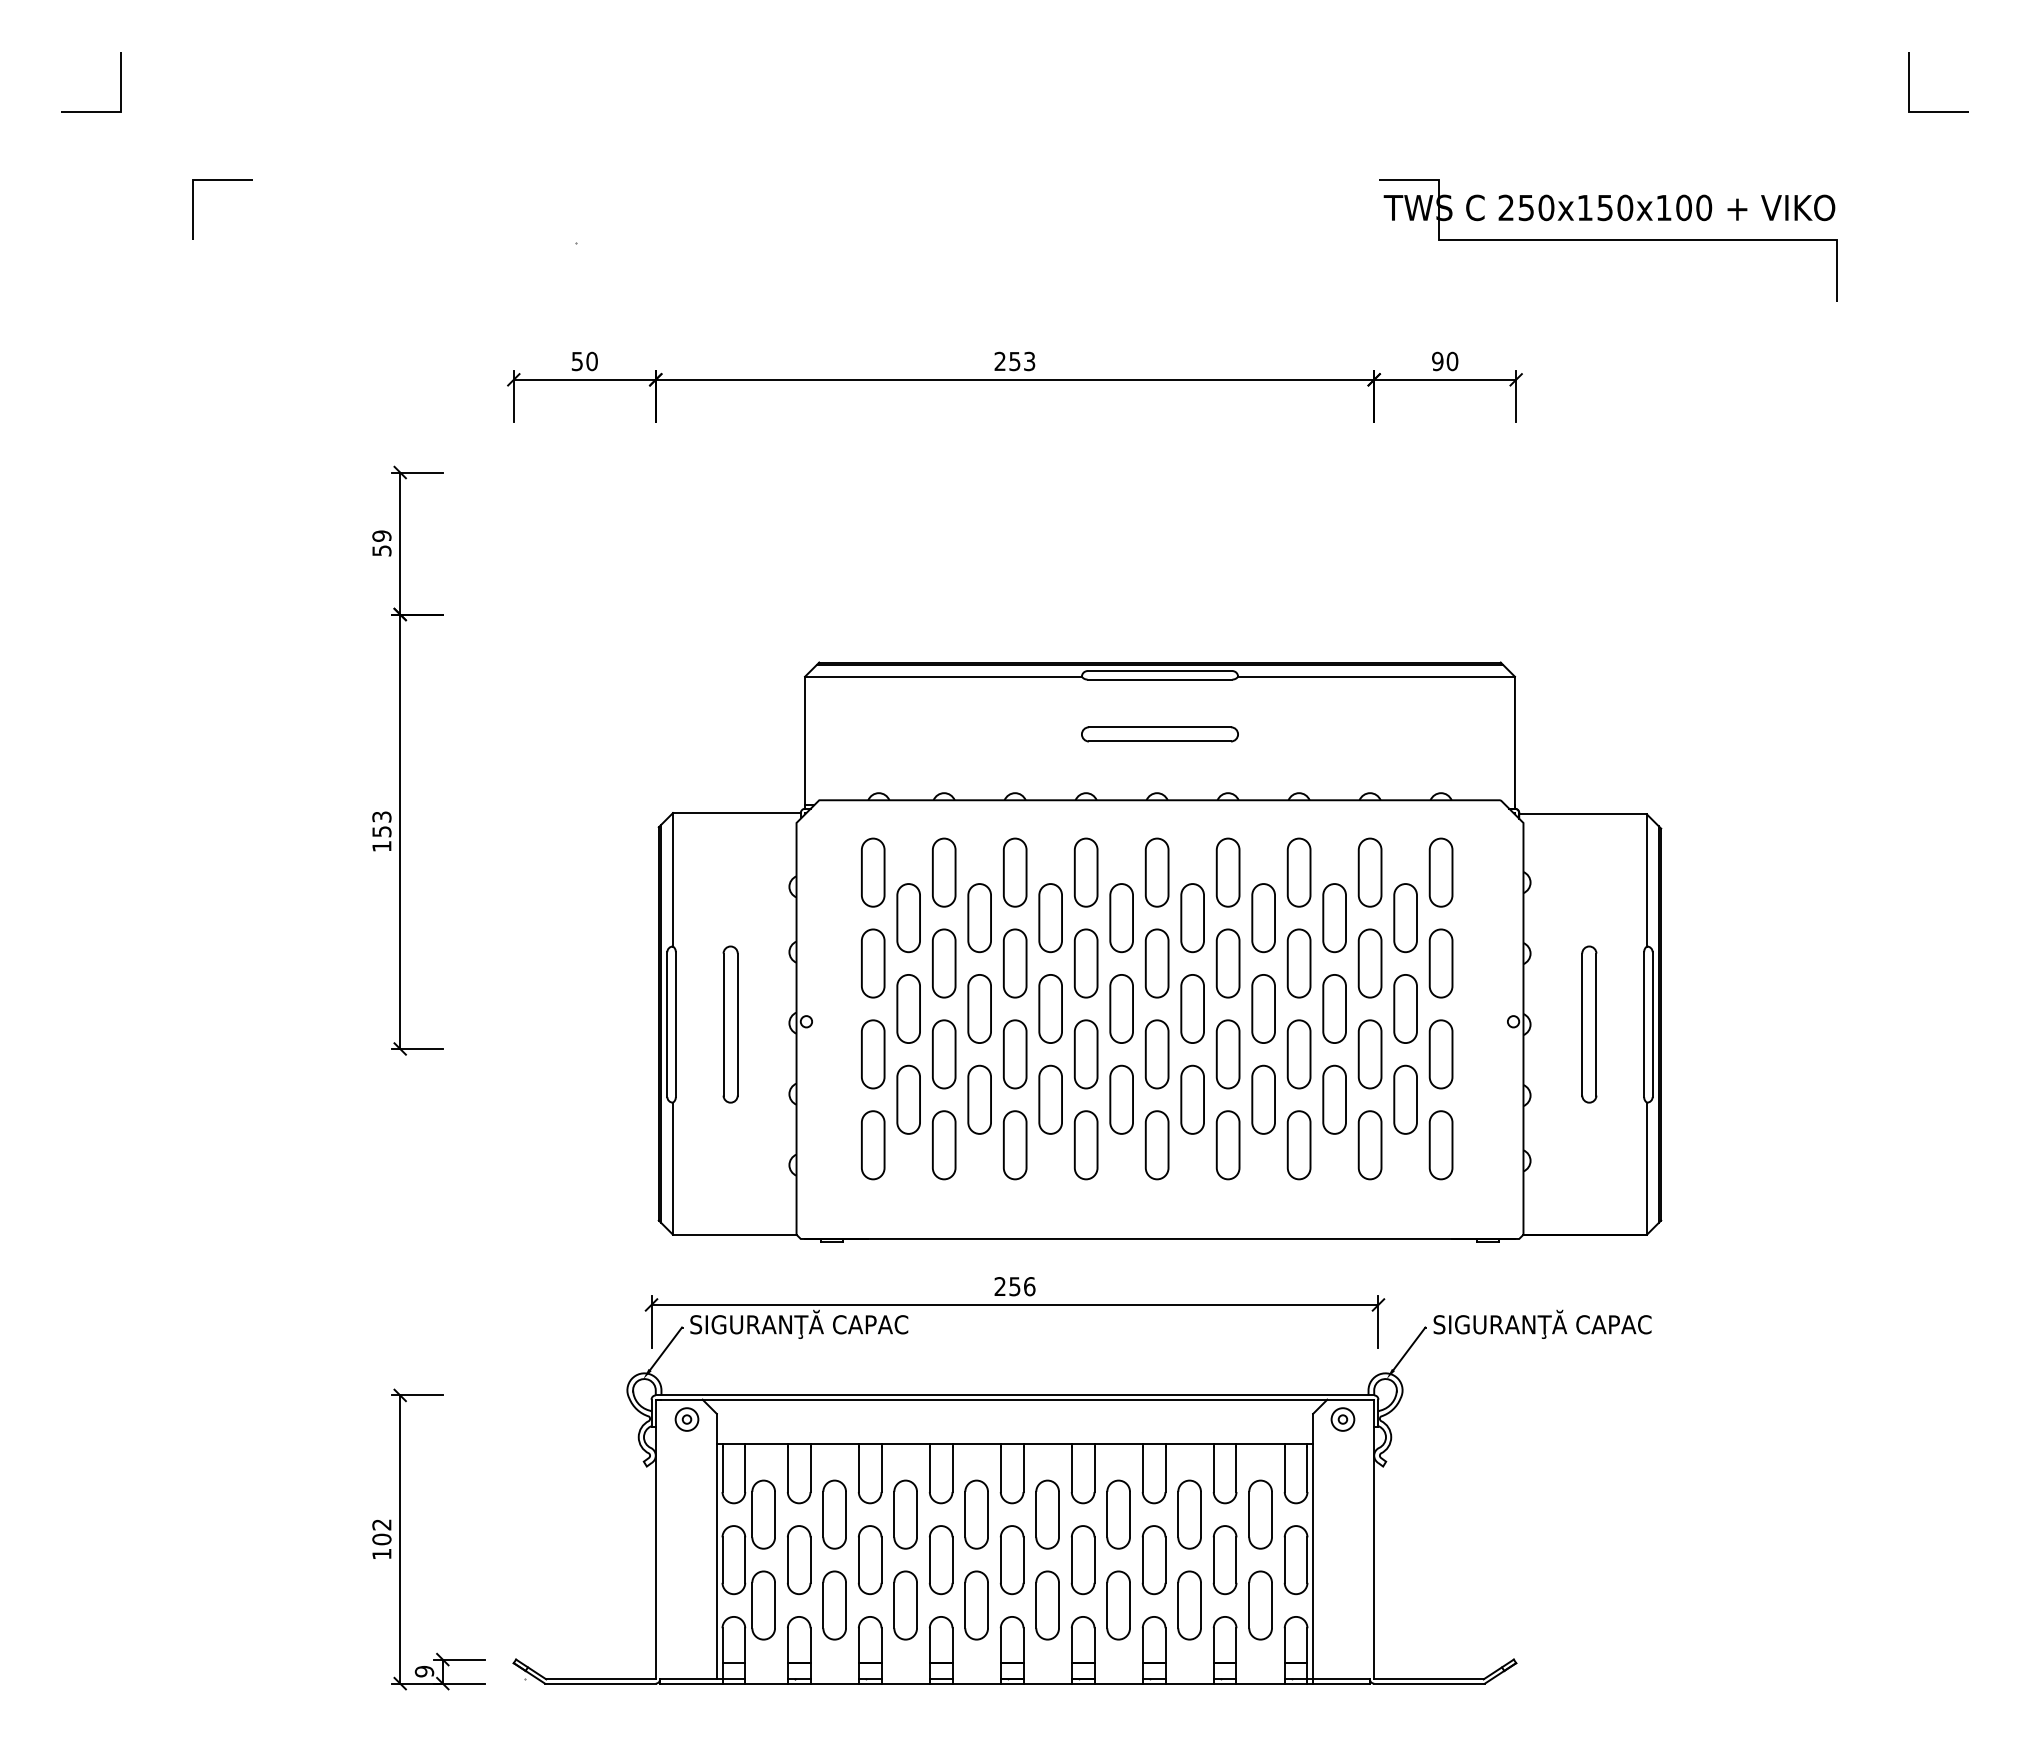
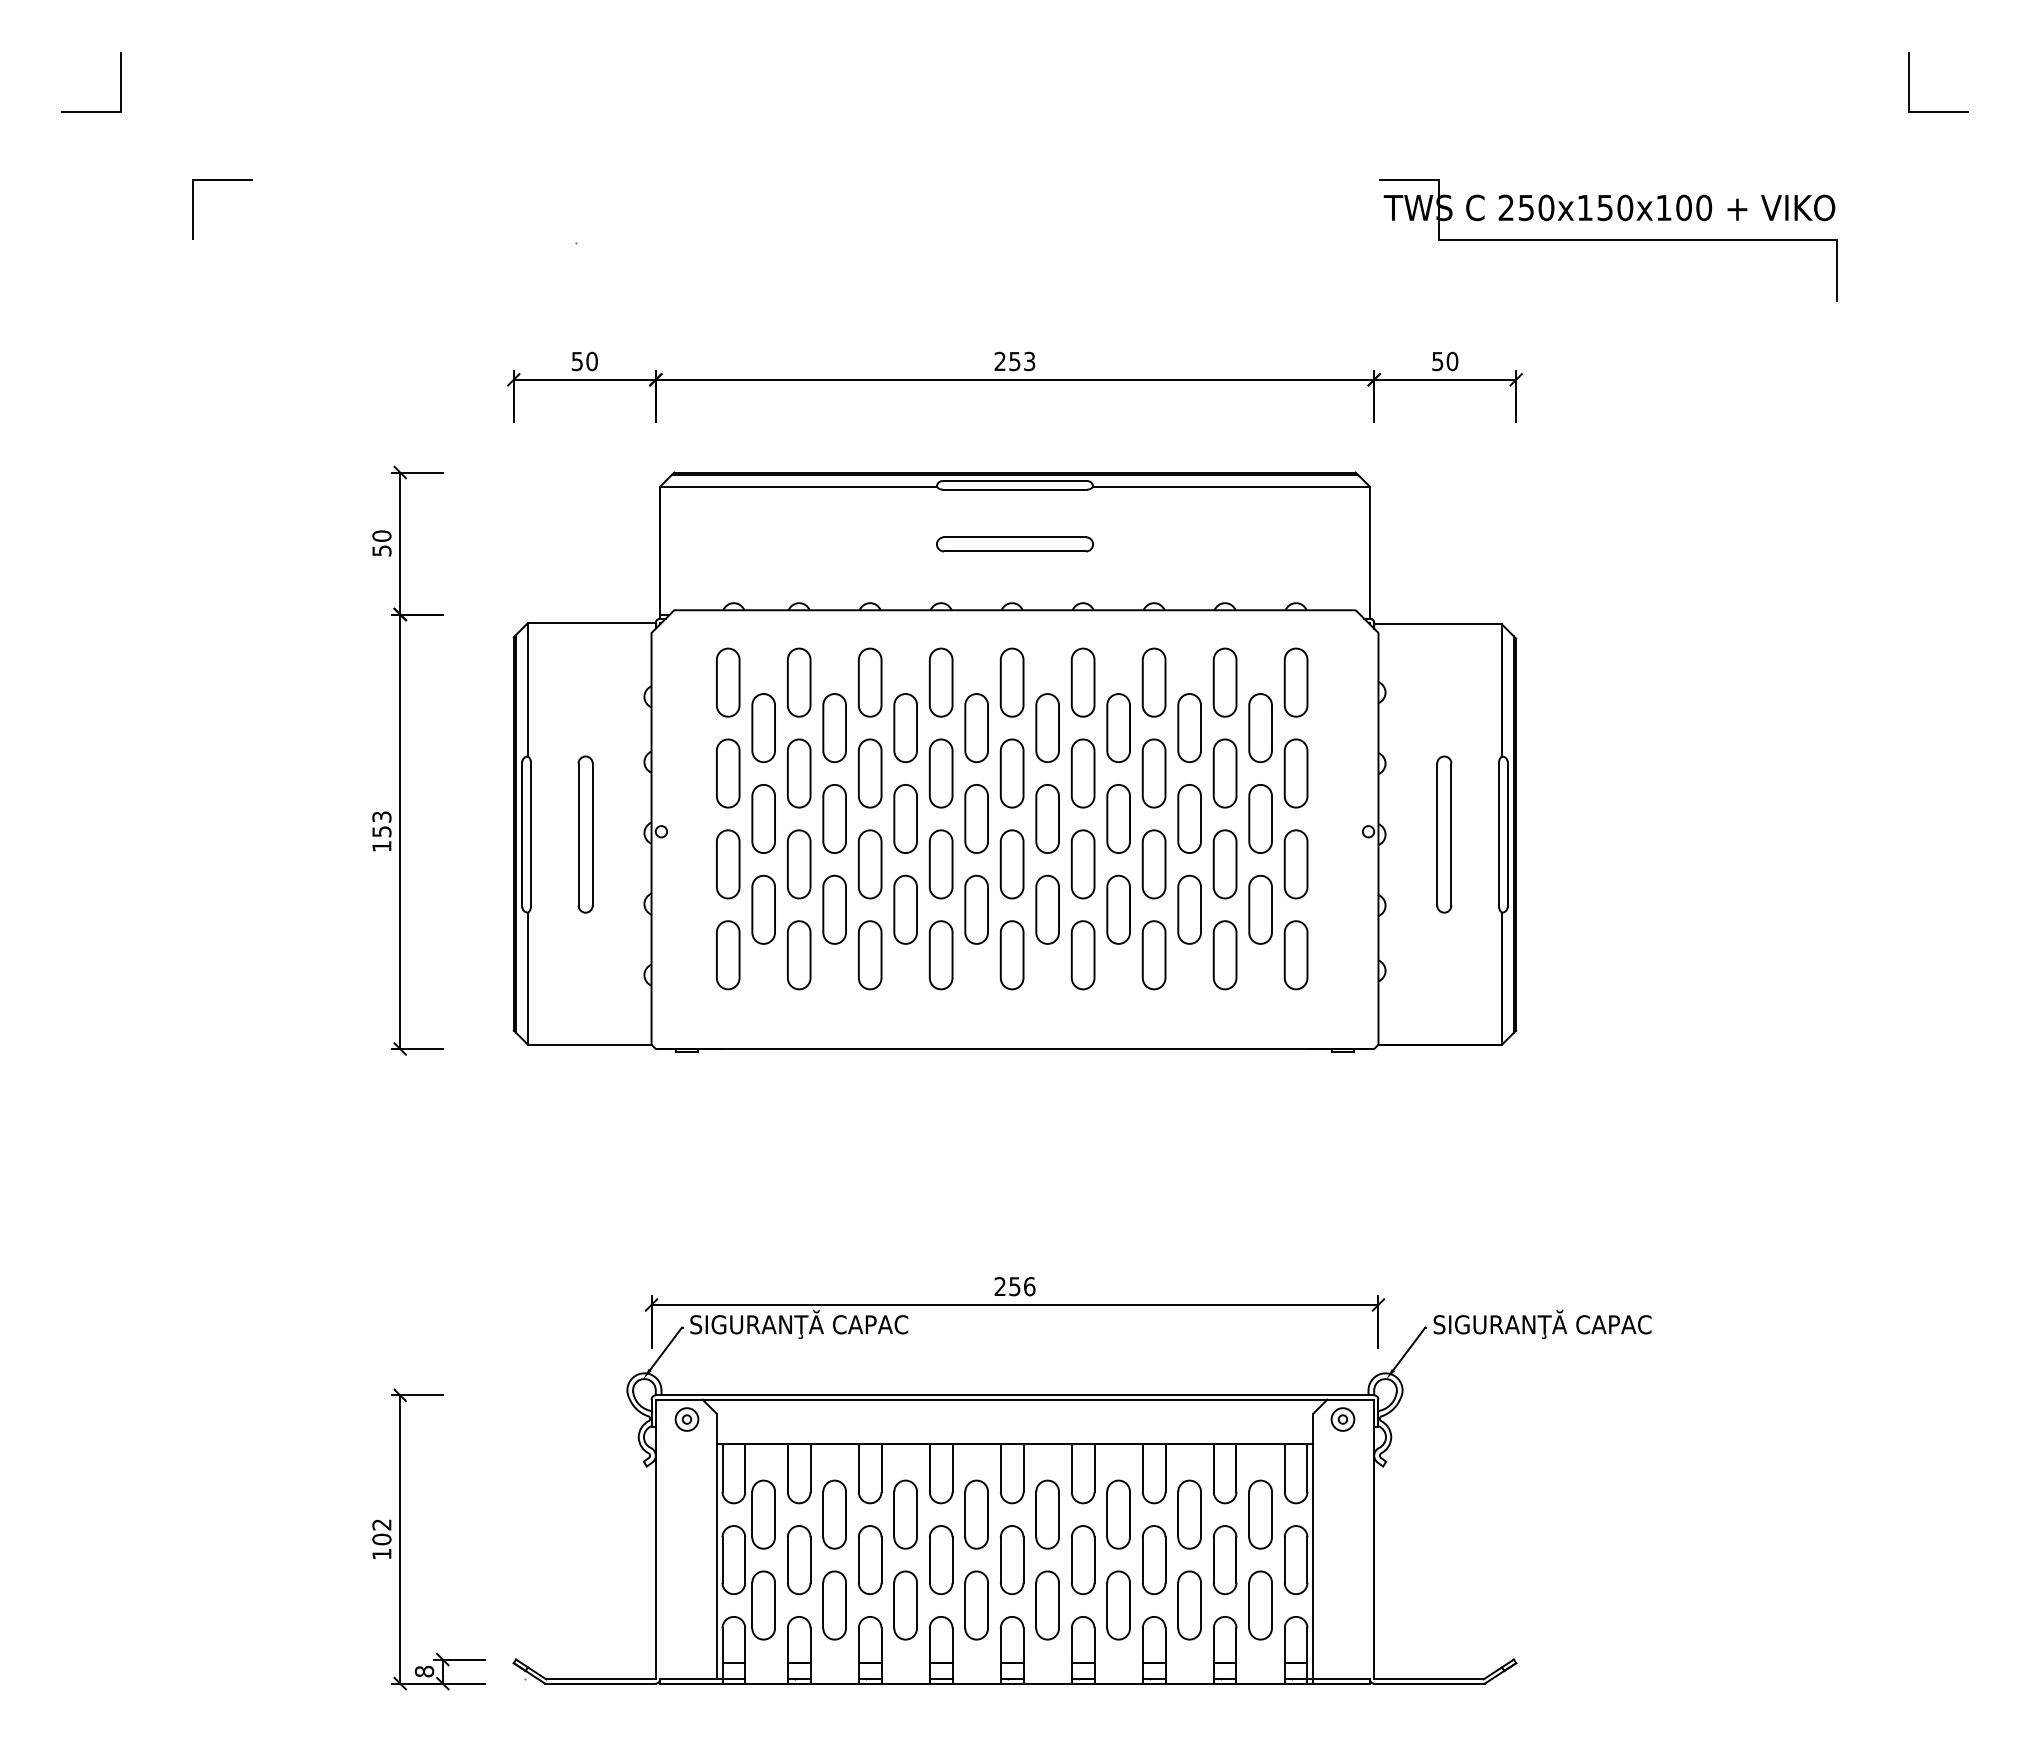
text at (1437, 360): 90 -> 50
text at (381, 535): 59 -> 50
part at (1159, 951) position: (1159, 951) -> (1014, 761)
text at (424, 1671): 9 -> 8
